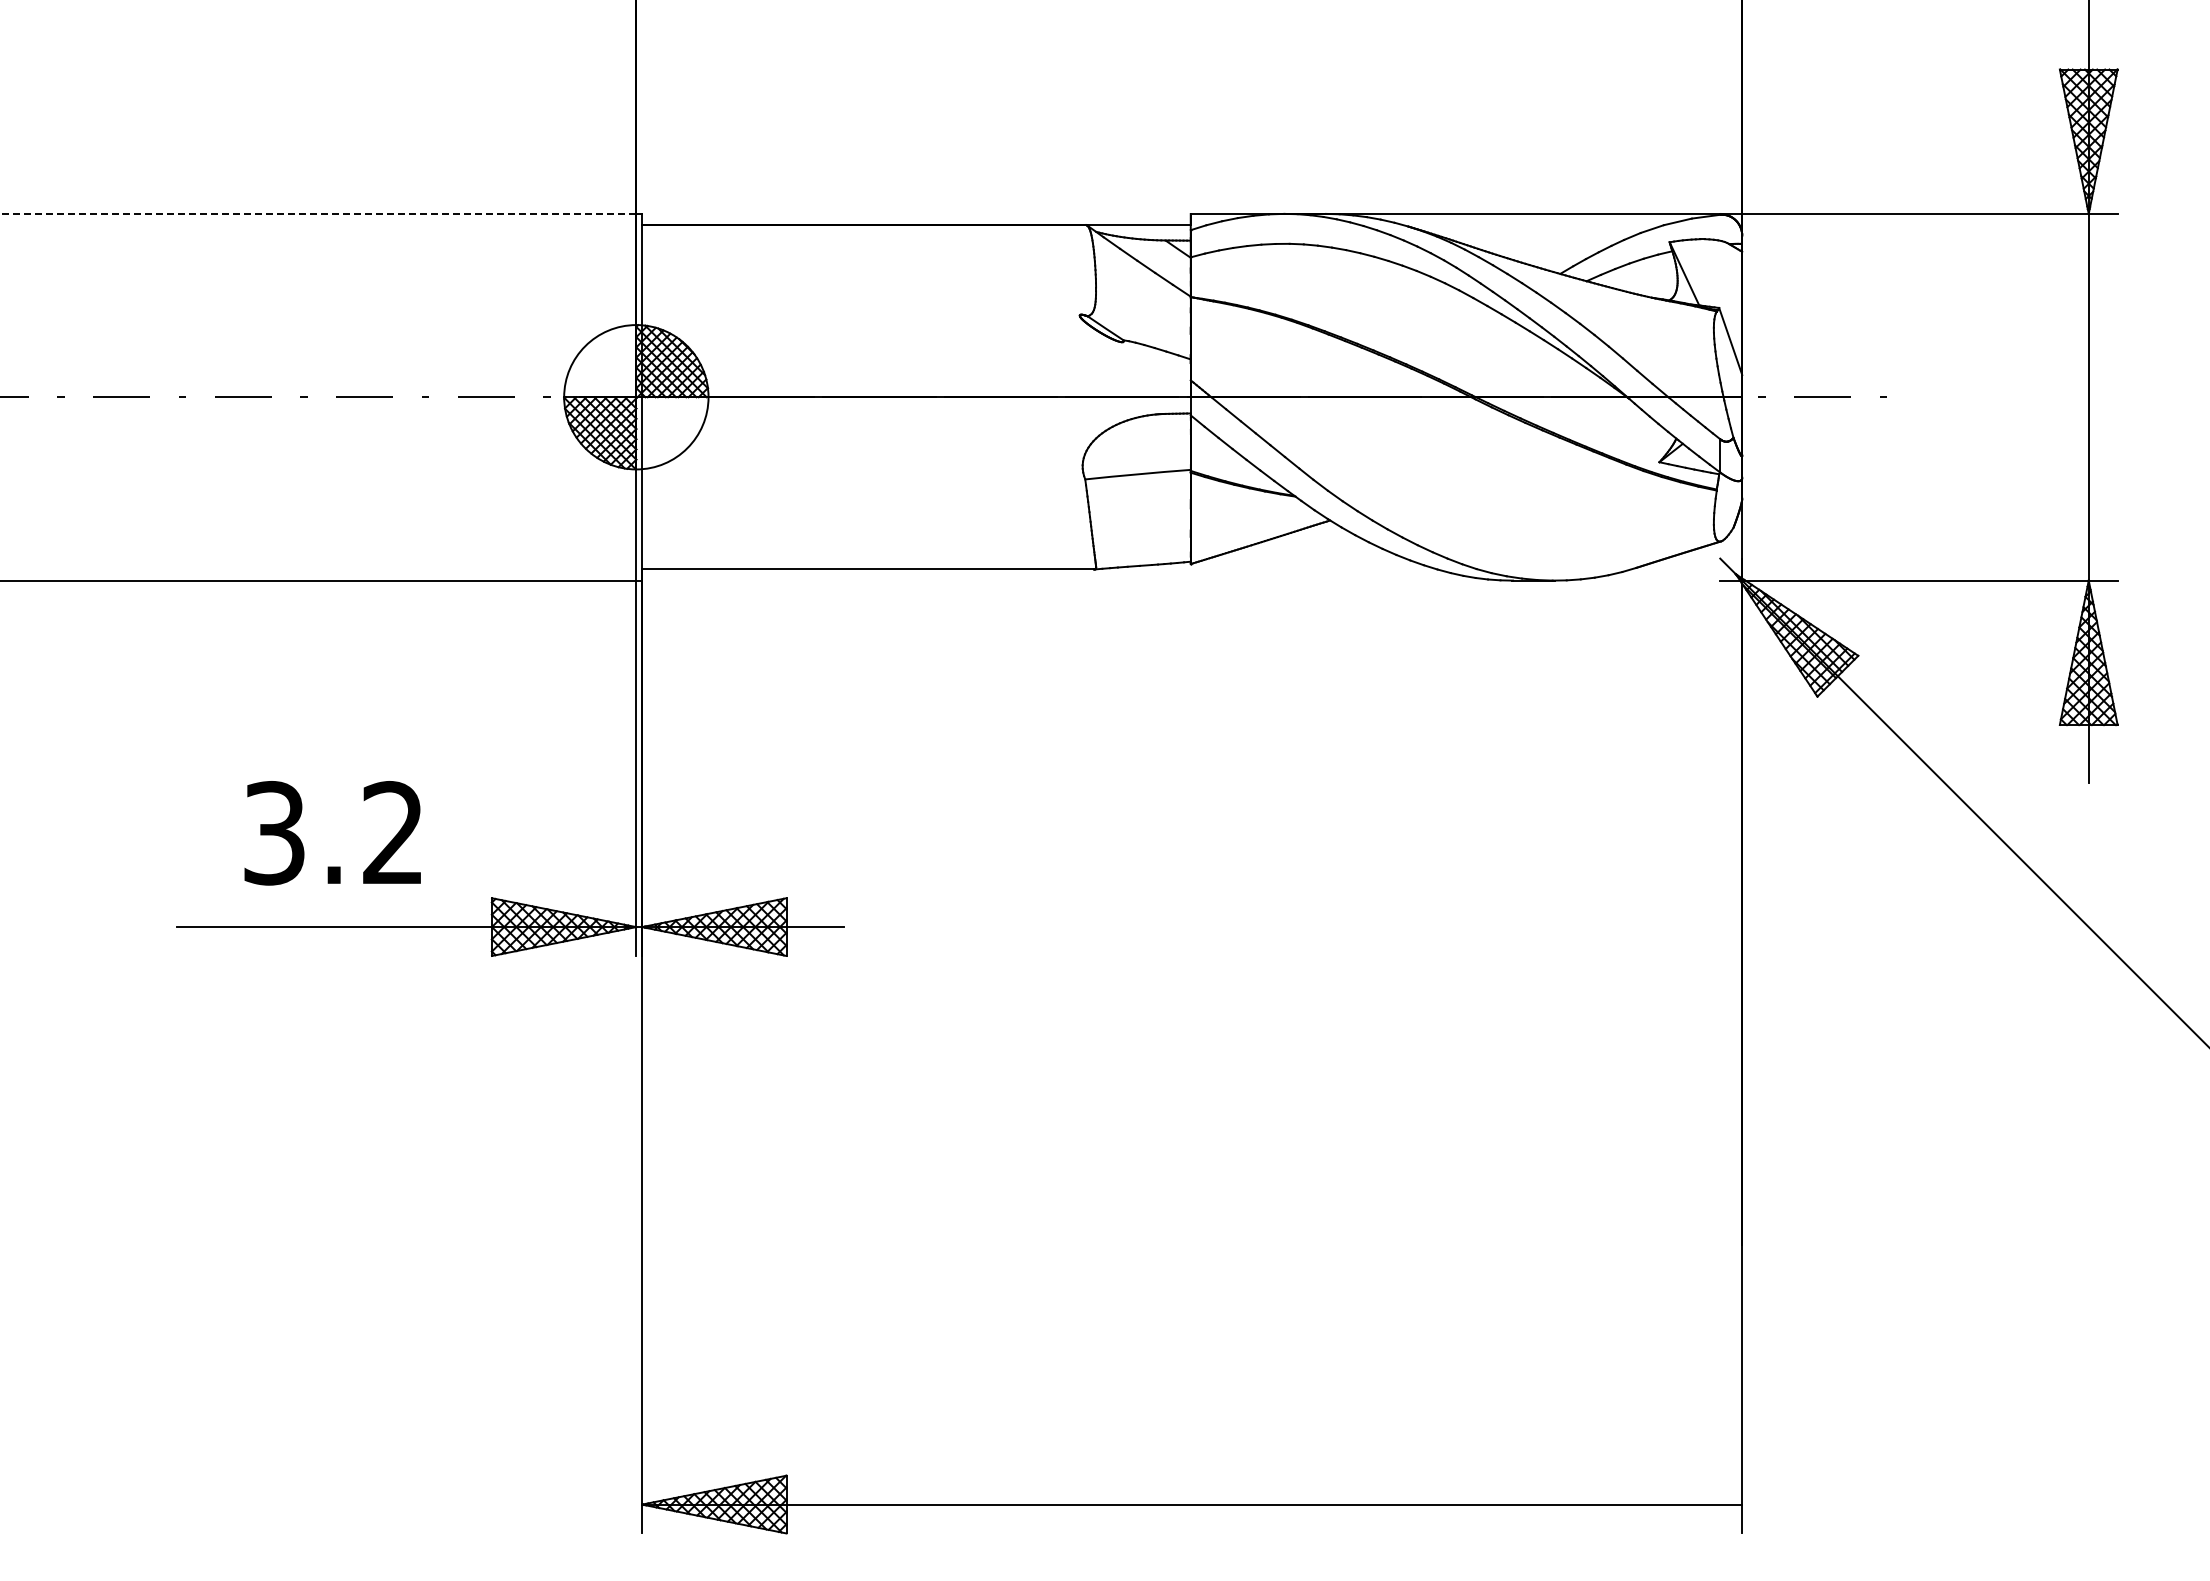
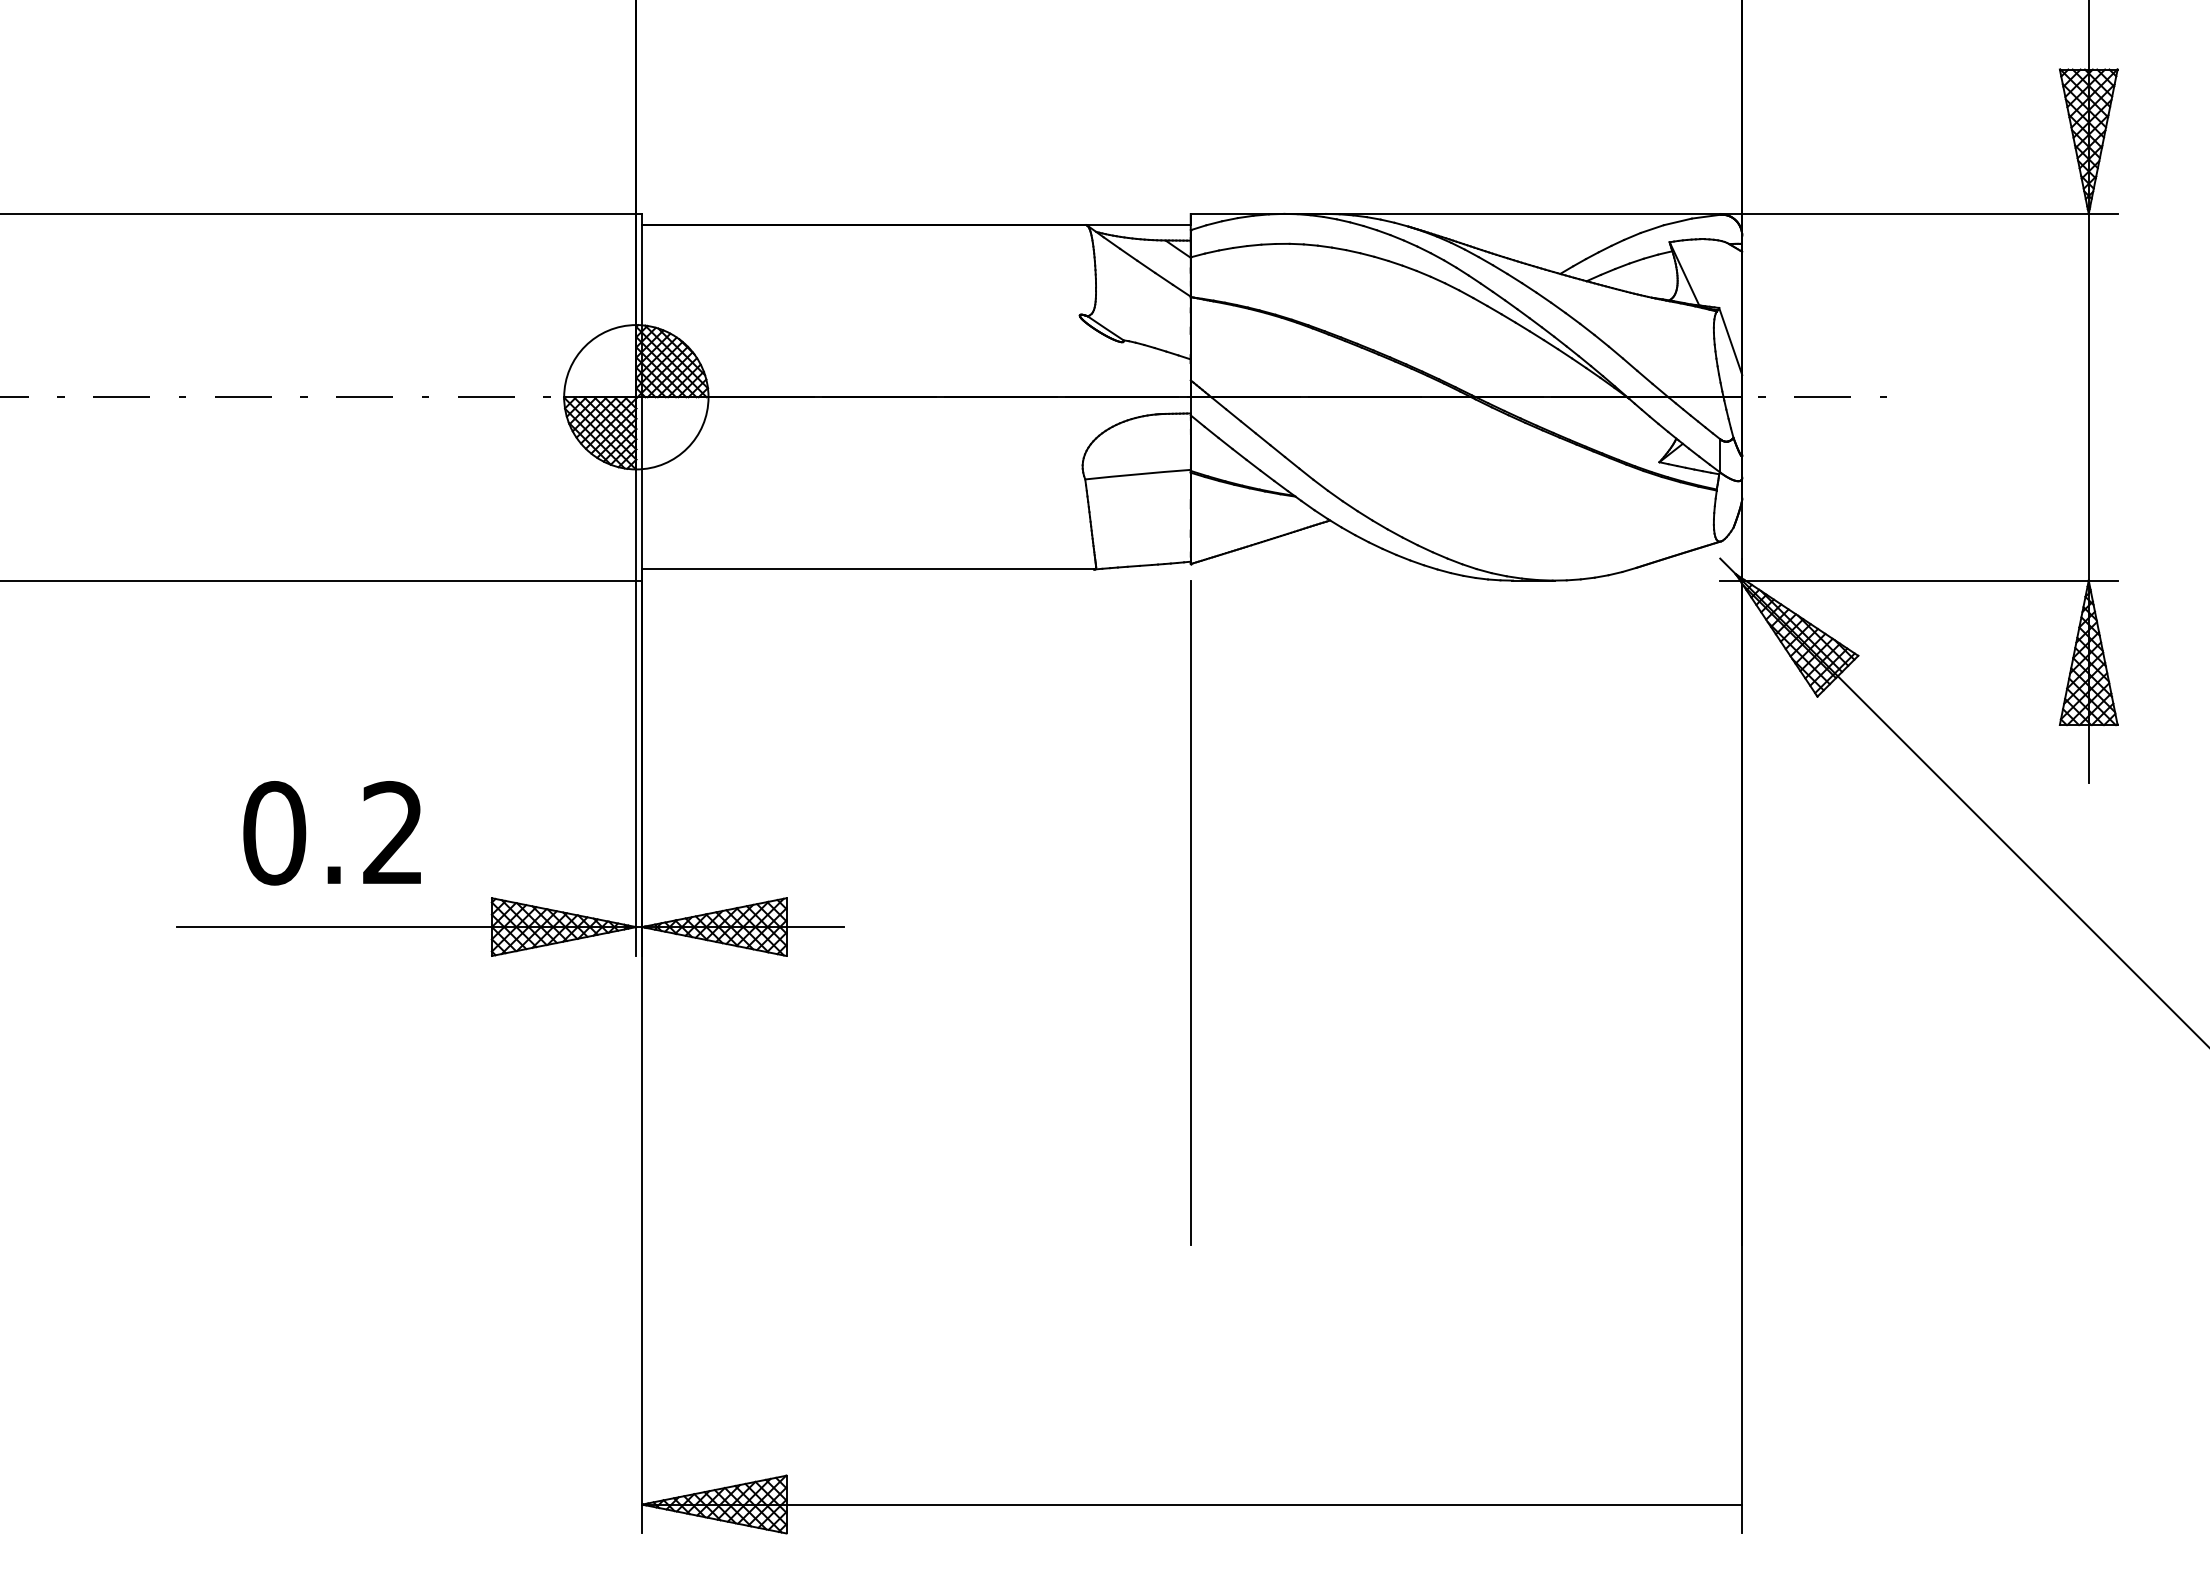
line at (318, 213): dashed -> solid
text at (274, 833): 3.2 -> 0.2
line at (1190, 912): none -> present
